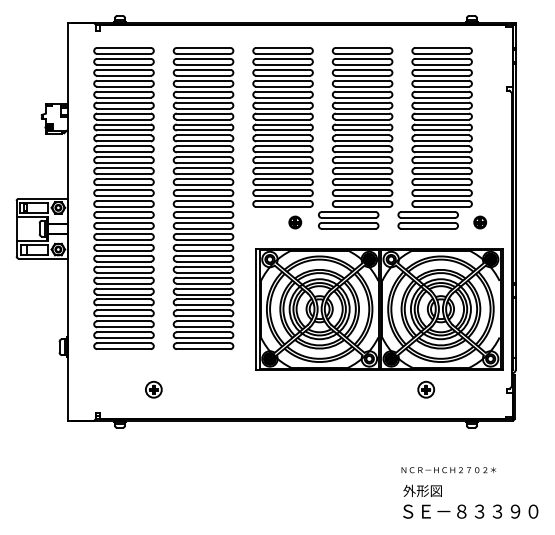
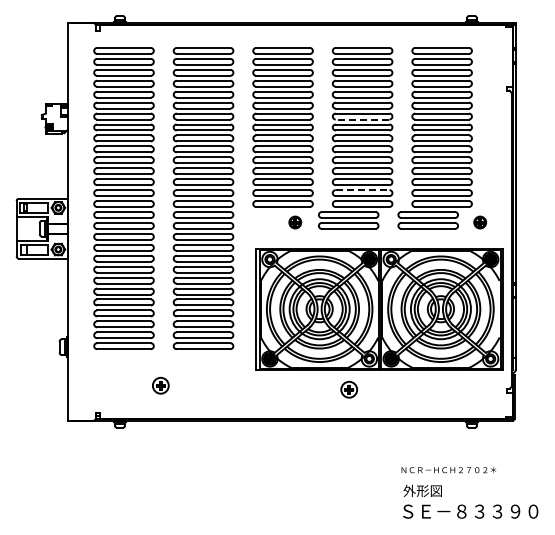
line at (362, 119): solid -> dashed
line at (362, 190): solid -> dashed
part at (153, 389) position: (153, 389) -> (160, 385)
part at (426, 389) position: (426, 389) -> (349, 389)
